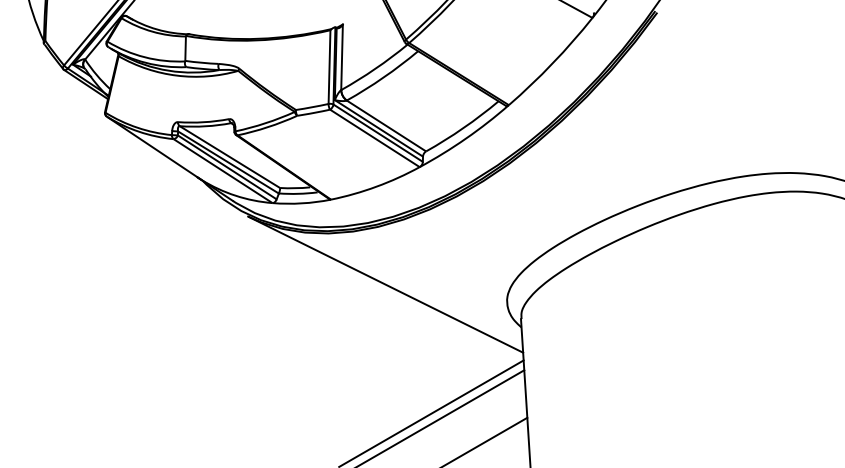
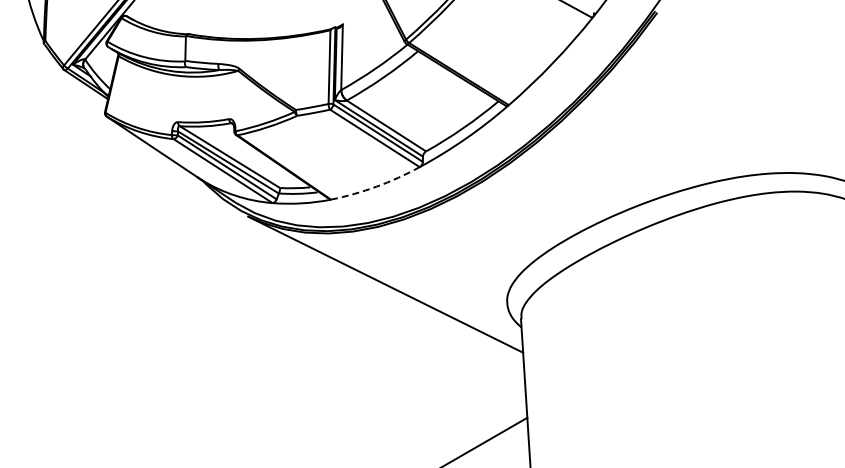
arc at (376, 186): solid -> dashed
line at (432, 412): present -> none
line at (442, 417): present -> none
